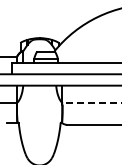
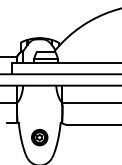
line at (91, 102): dashed -> solid
part at (39, 137): none -> present
